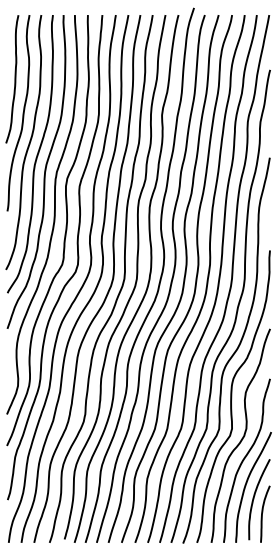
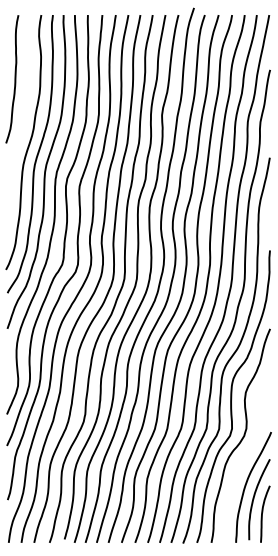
curve at (22, 113): present -> none
curve at (244, 460): present -> none
